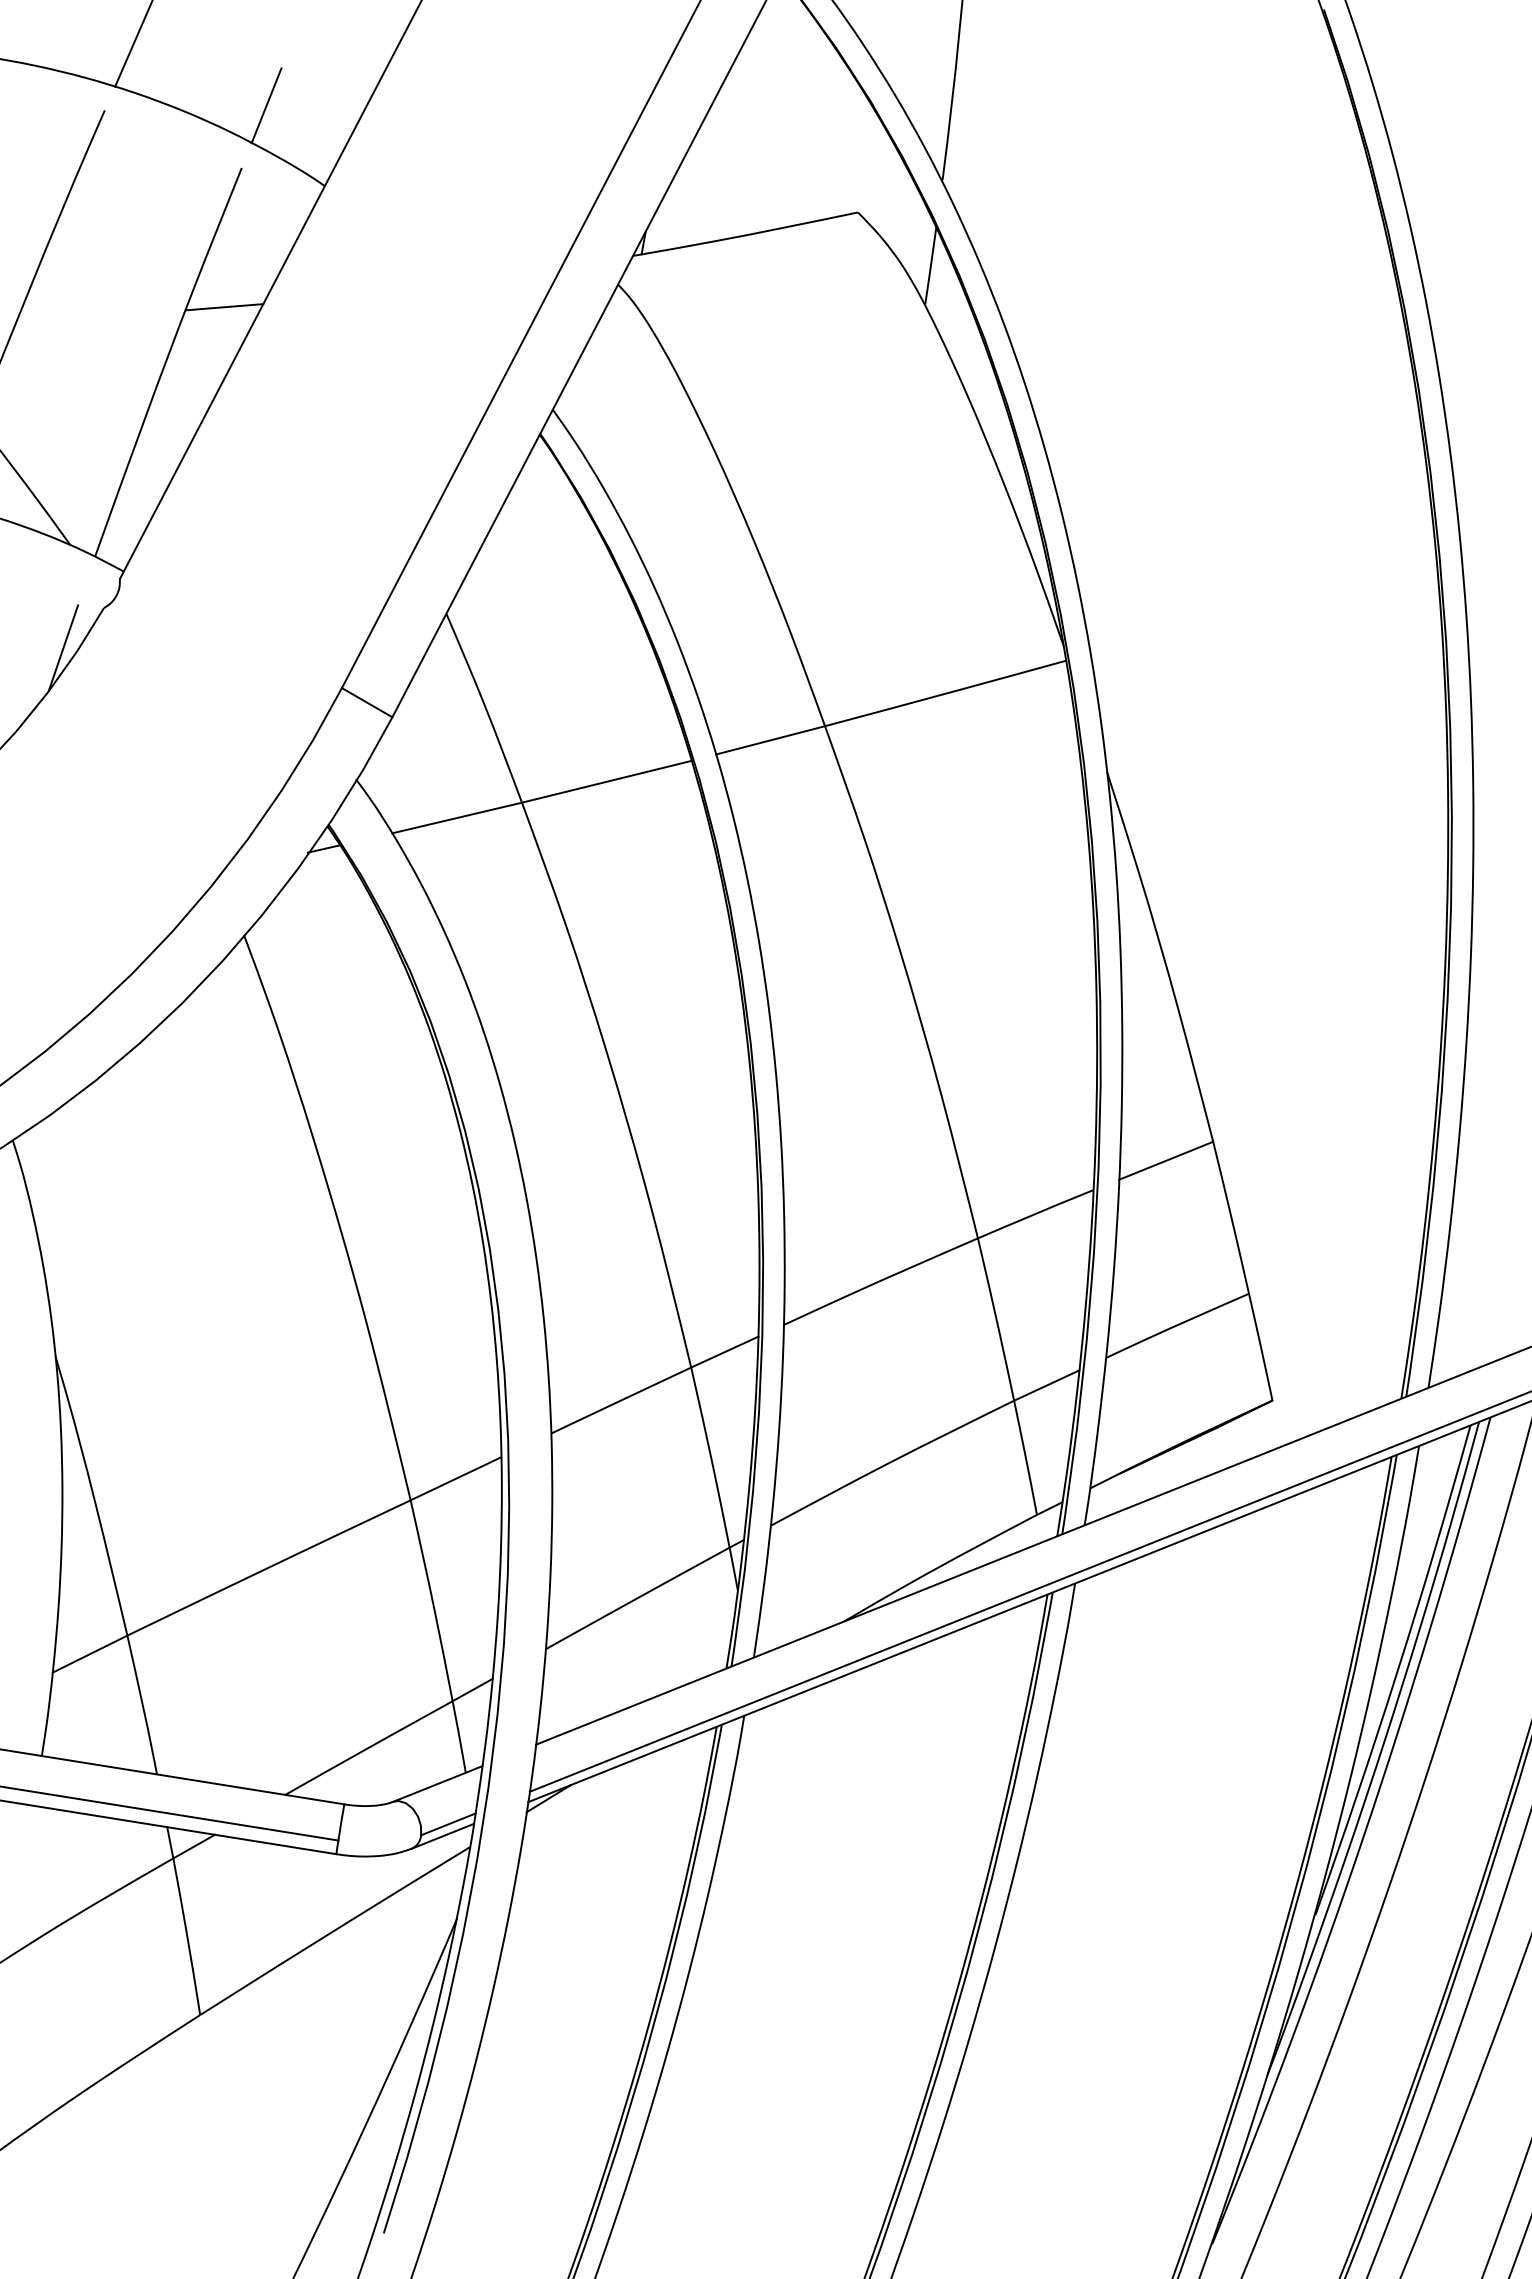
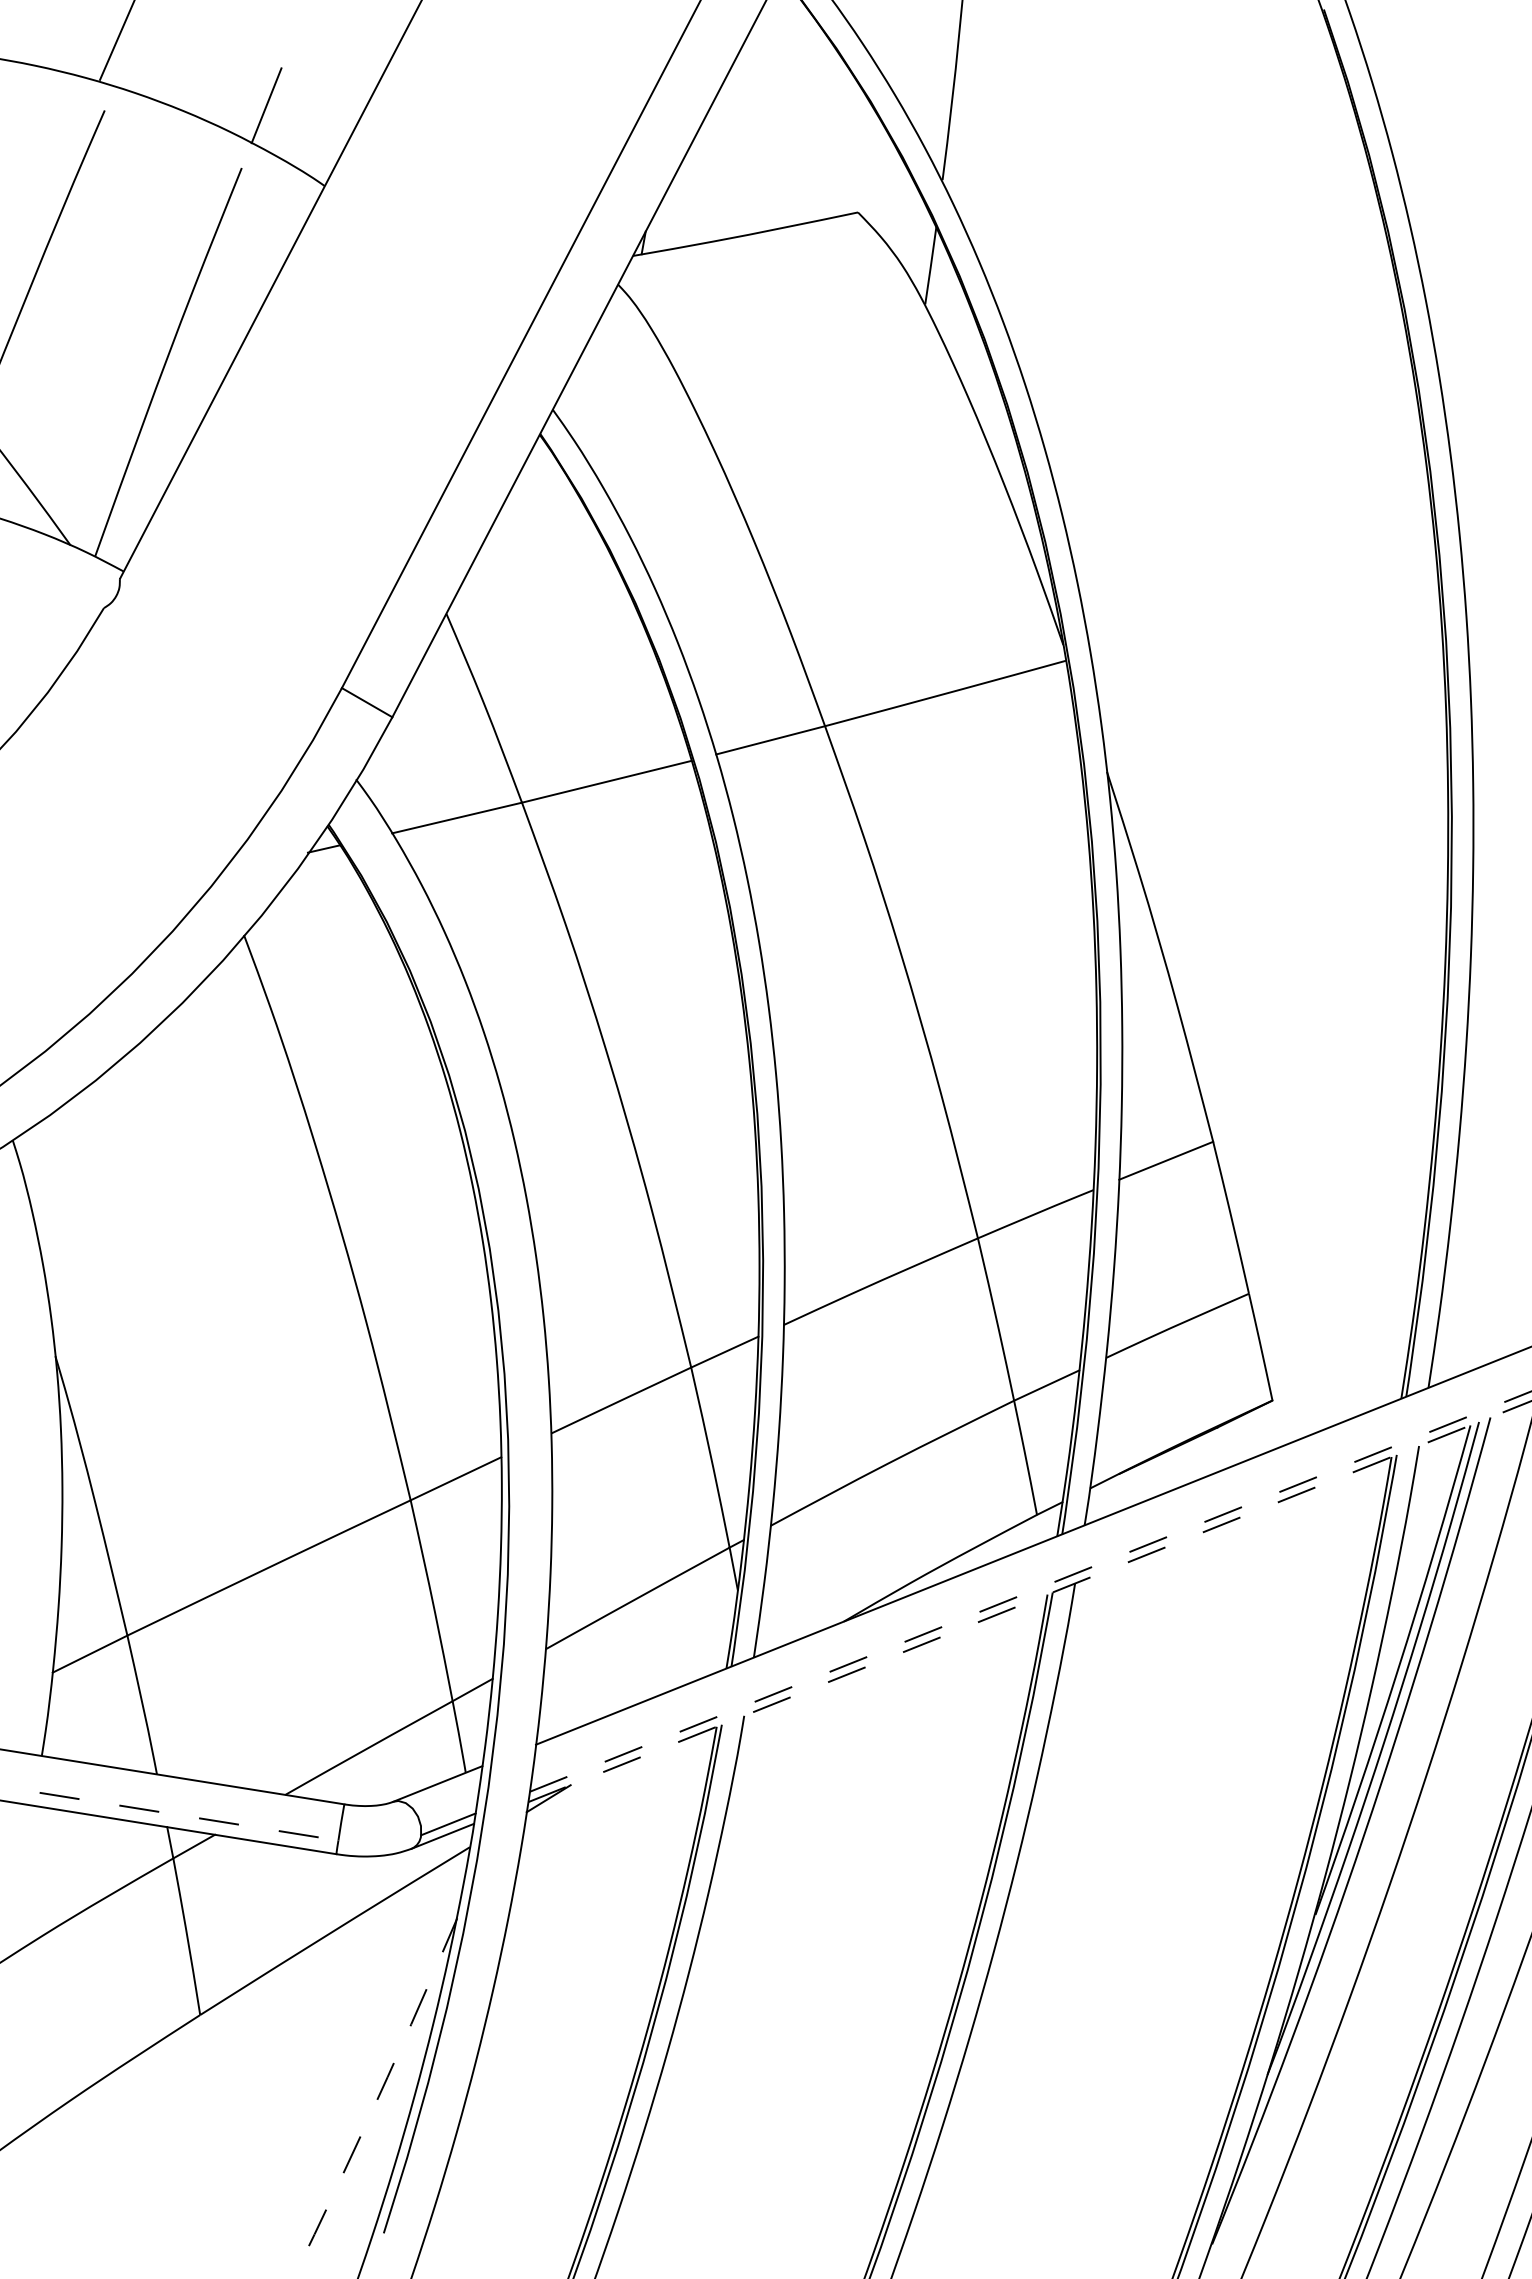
line at (133, 44) position: (133, 44) -> (116, 40)
line at (224, 307): present -> none
line at (63, 647): present -> none
line at (1030, 1591): solid -> dashed
line at (1030, 1601): solid -> dashed
line at (169, 1813): solid -> dashed
arc at (377, 2098): solid -> dashed
